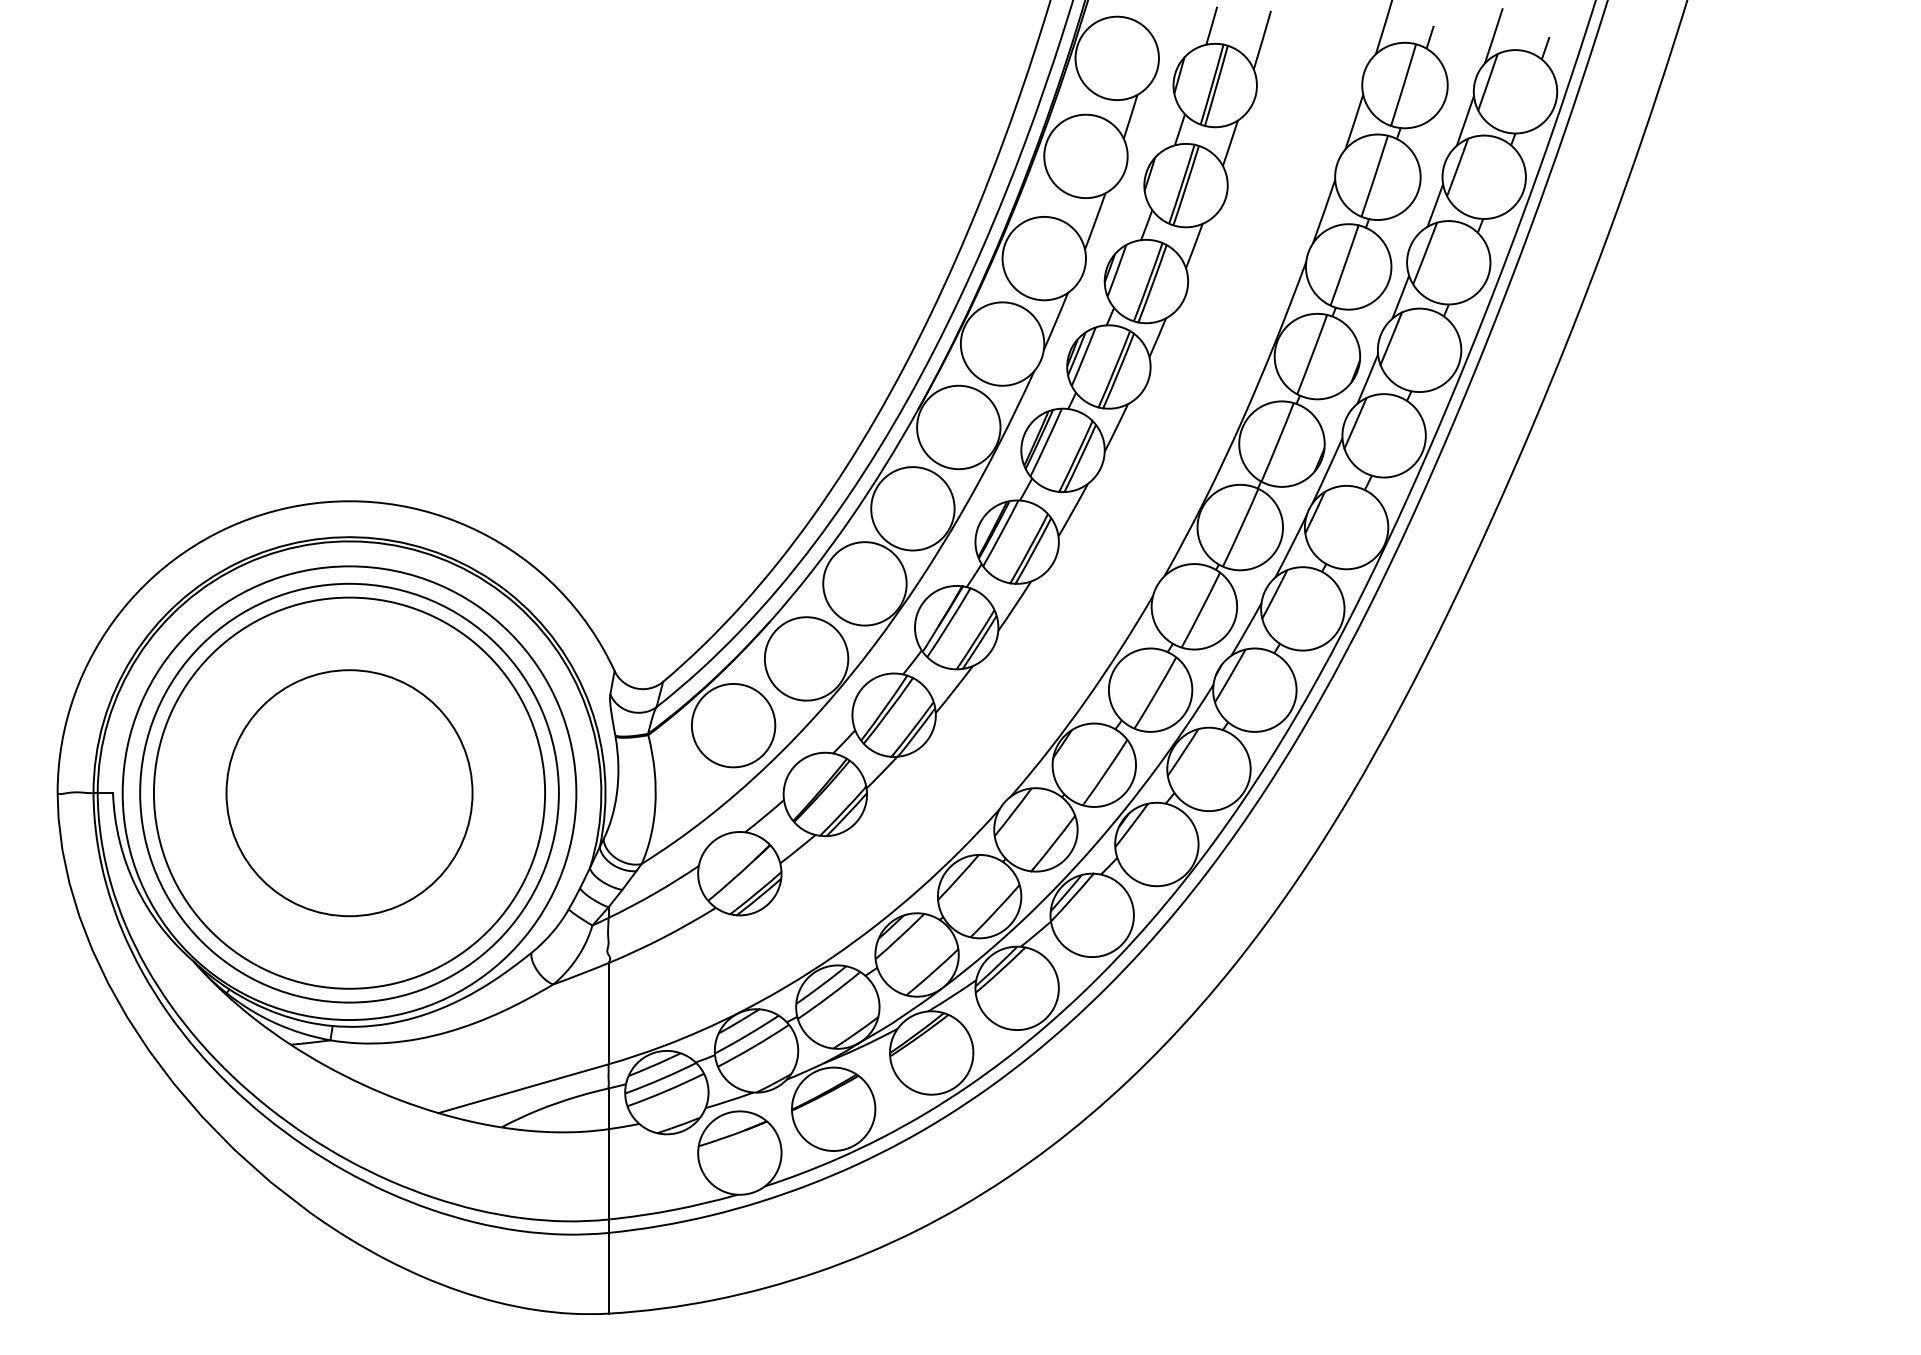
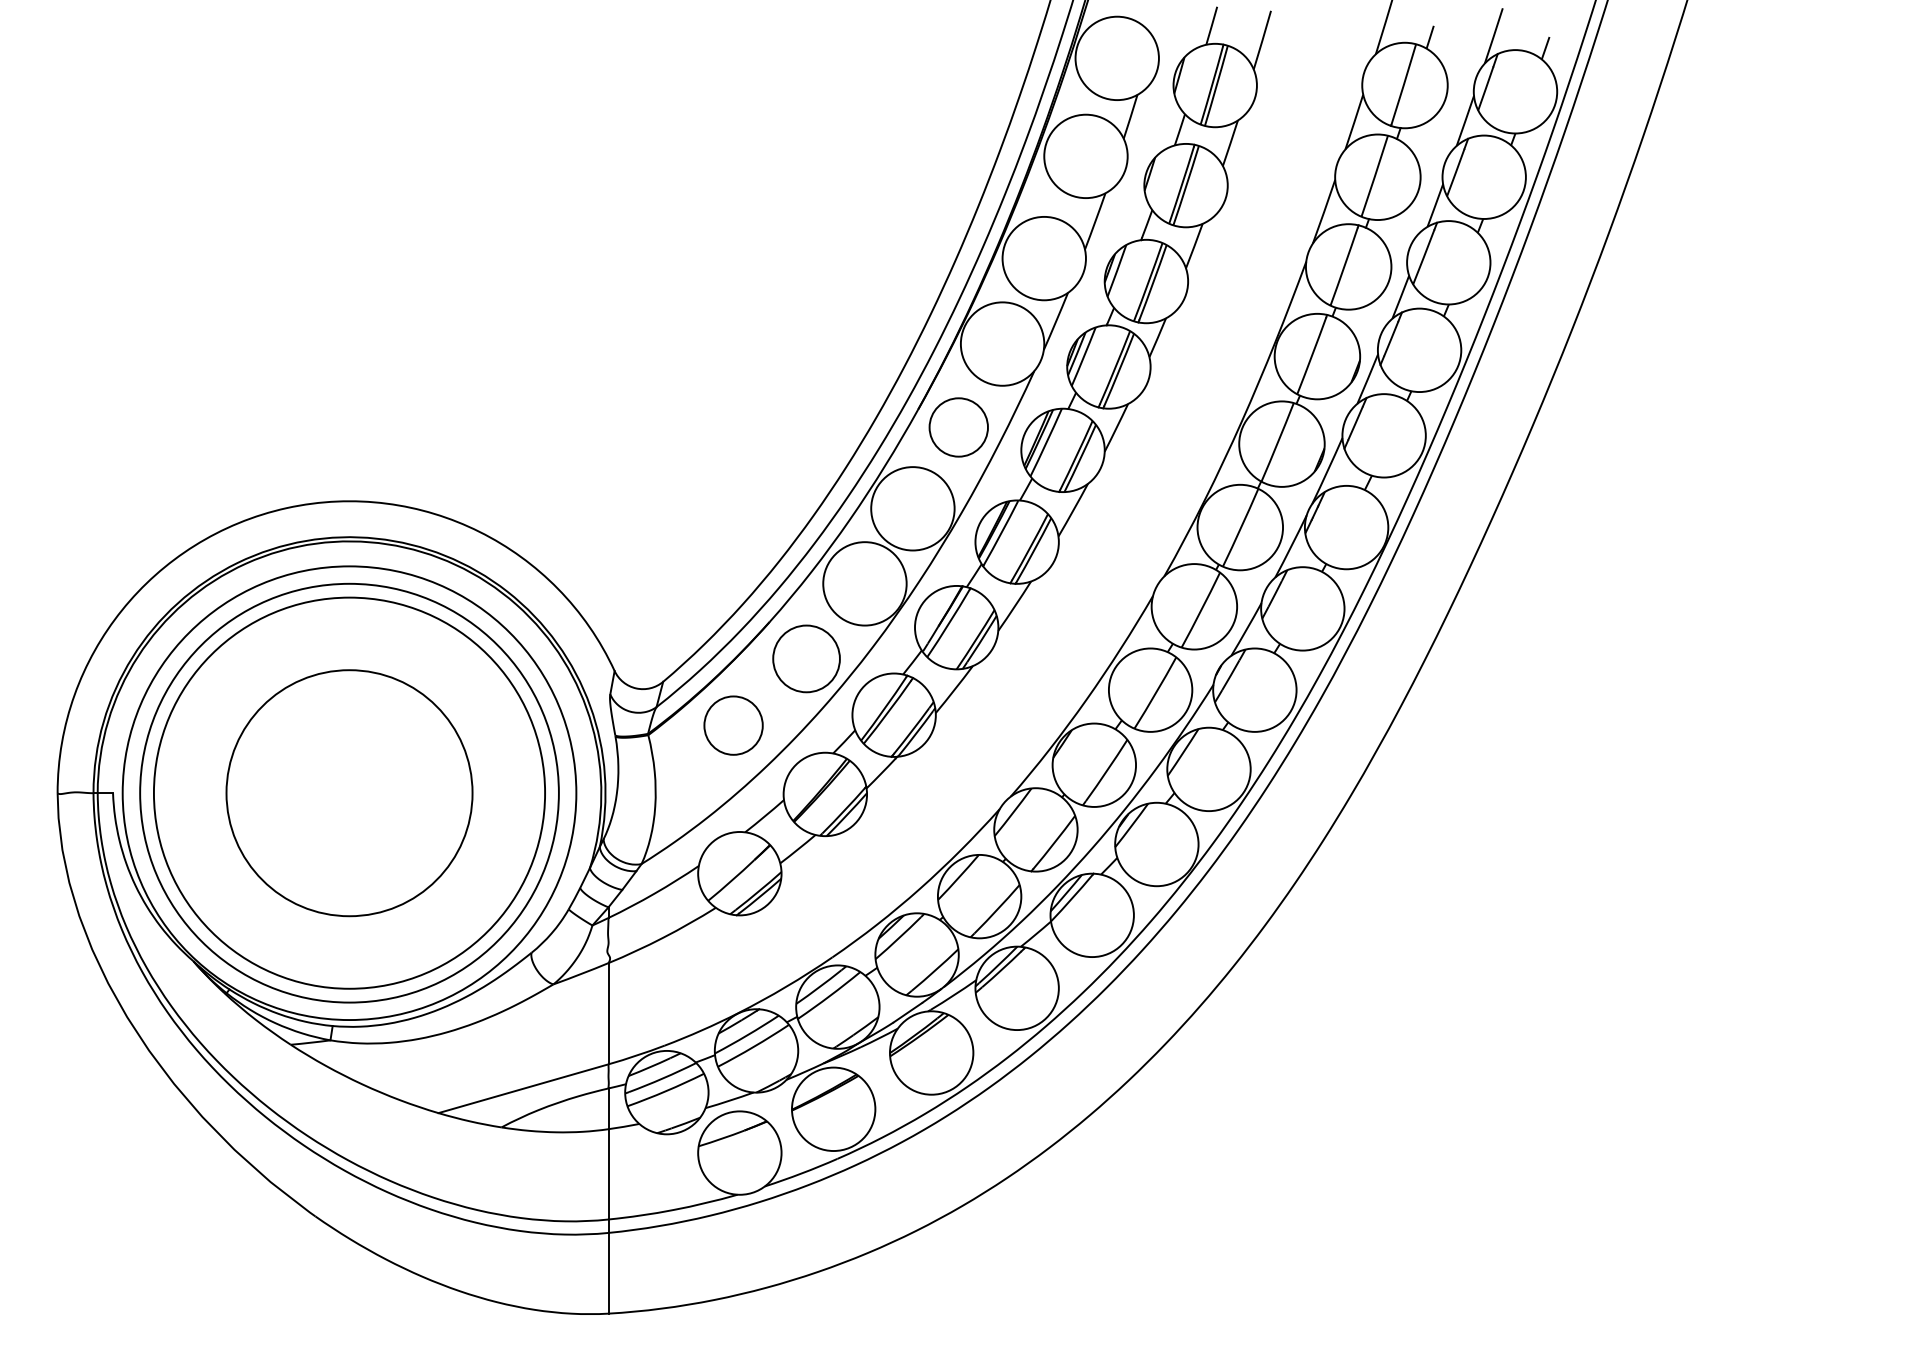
circle at (958, 427) diameter: 83 px -> 58 px
circle at (806, 658) diameter: 83 px -> 67 px
circle at (733, 725) diameter: 83 px -> 58 px
